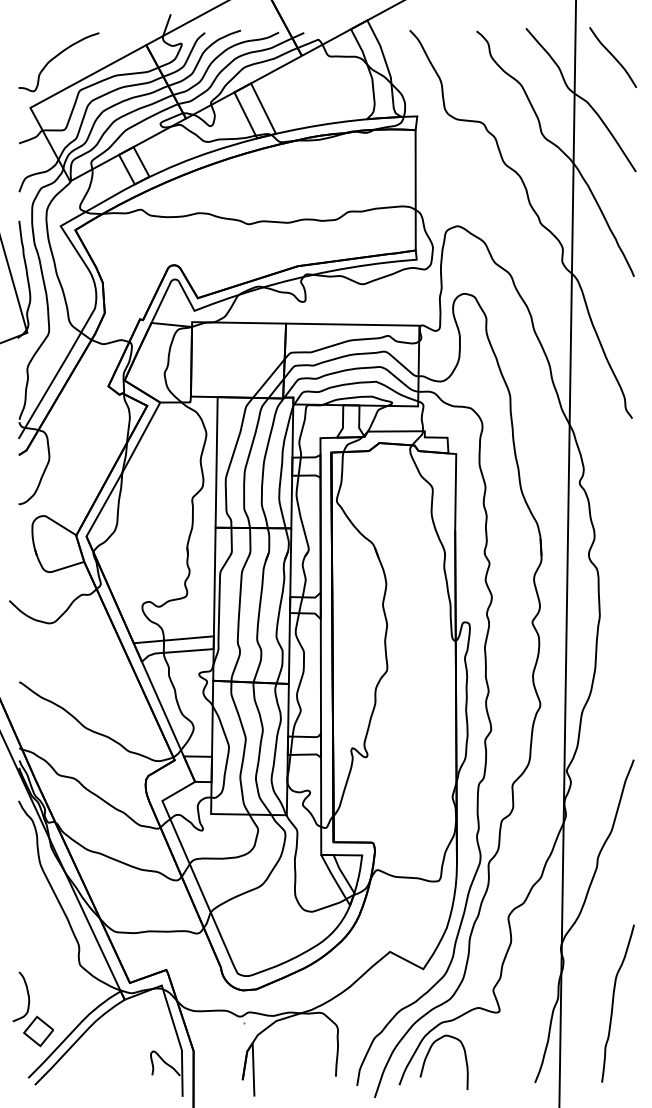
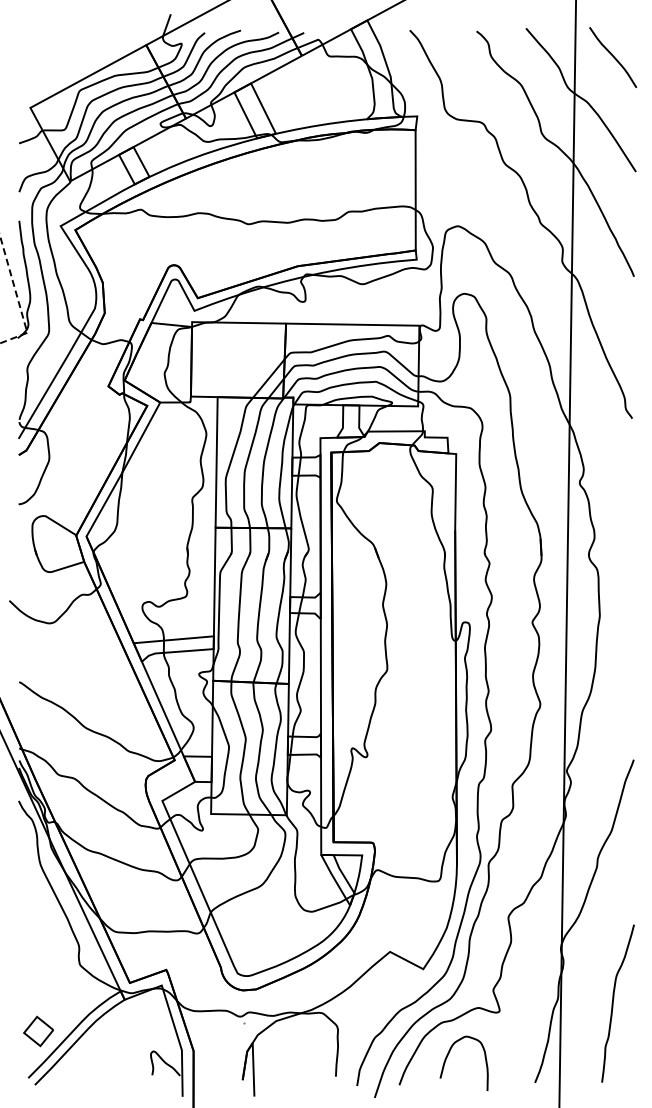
curve at (55, 58): present -> none
line at (17, 299): solid -> dashed
curve at (27, 995): present -> none
curve at (428, 1054) position: (428, 1054) -> (448, 1055)
